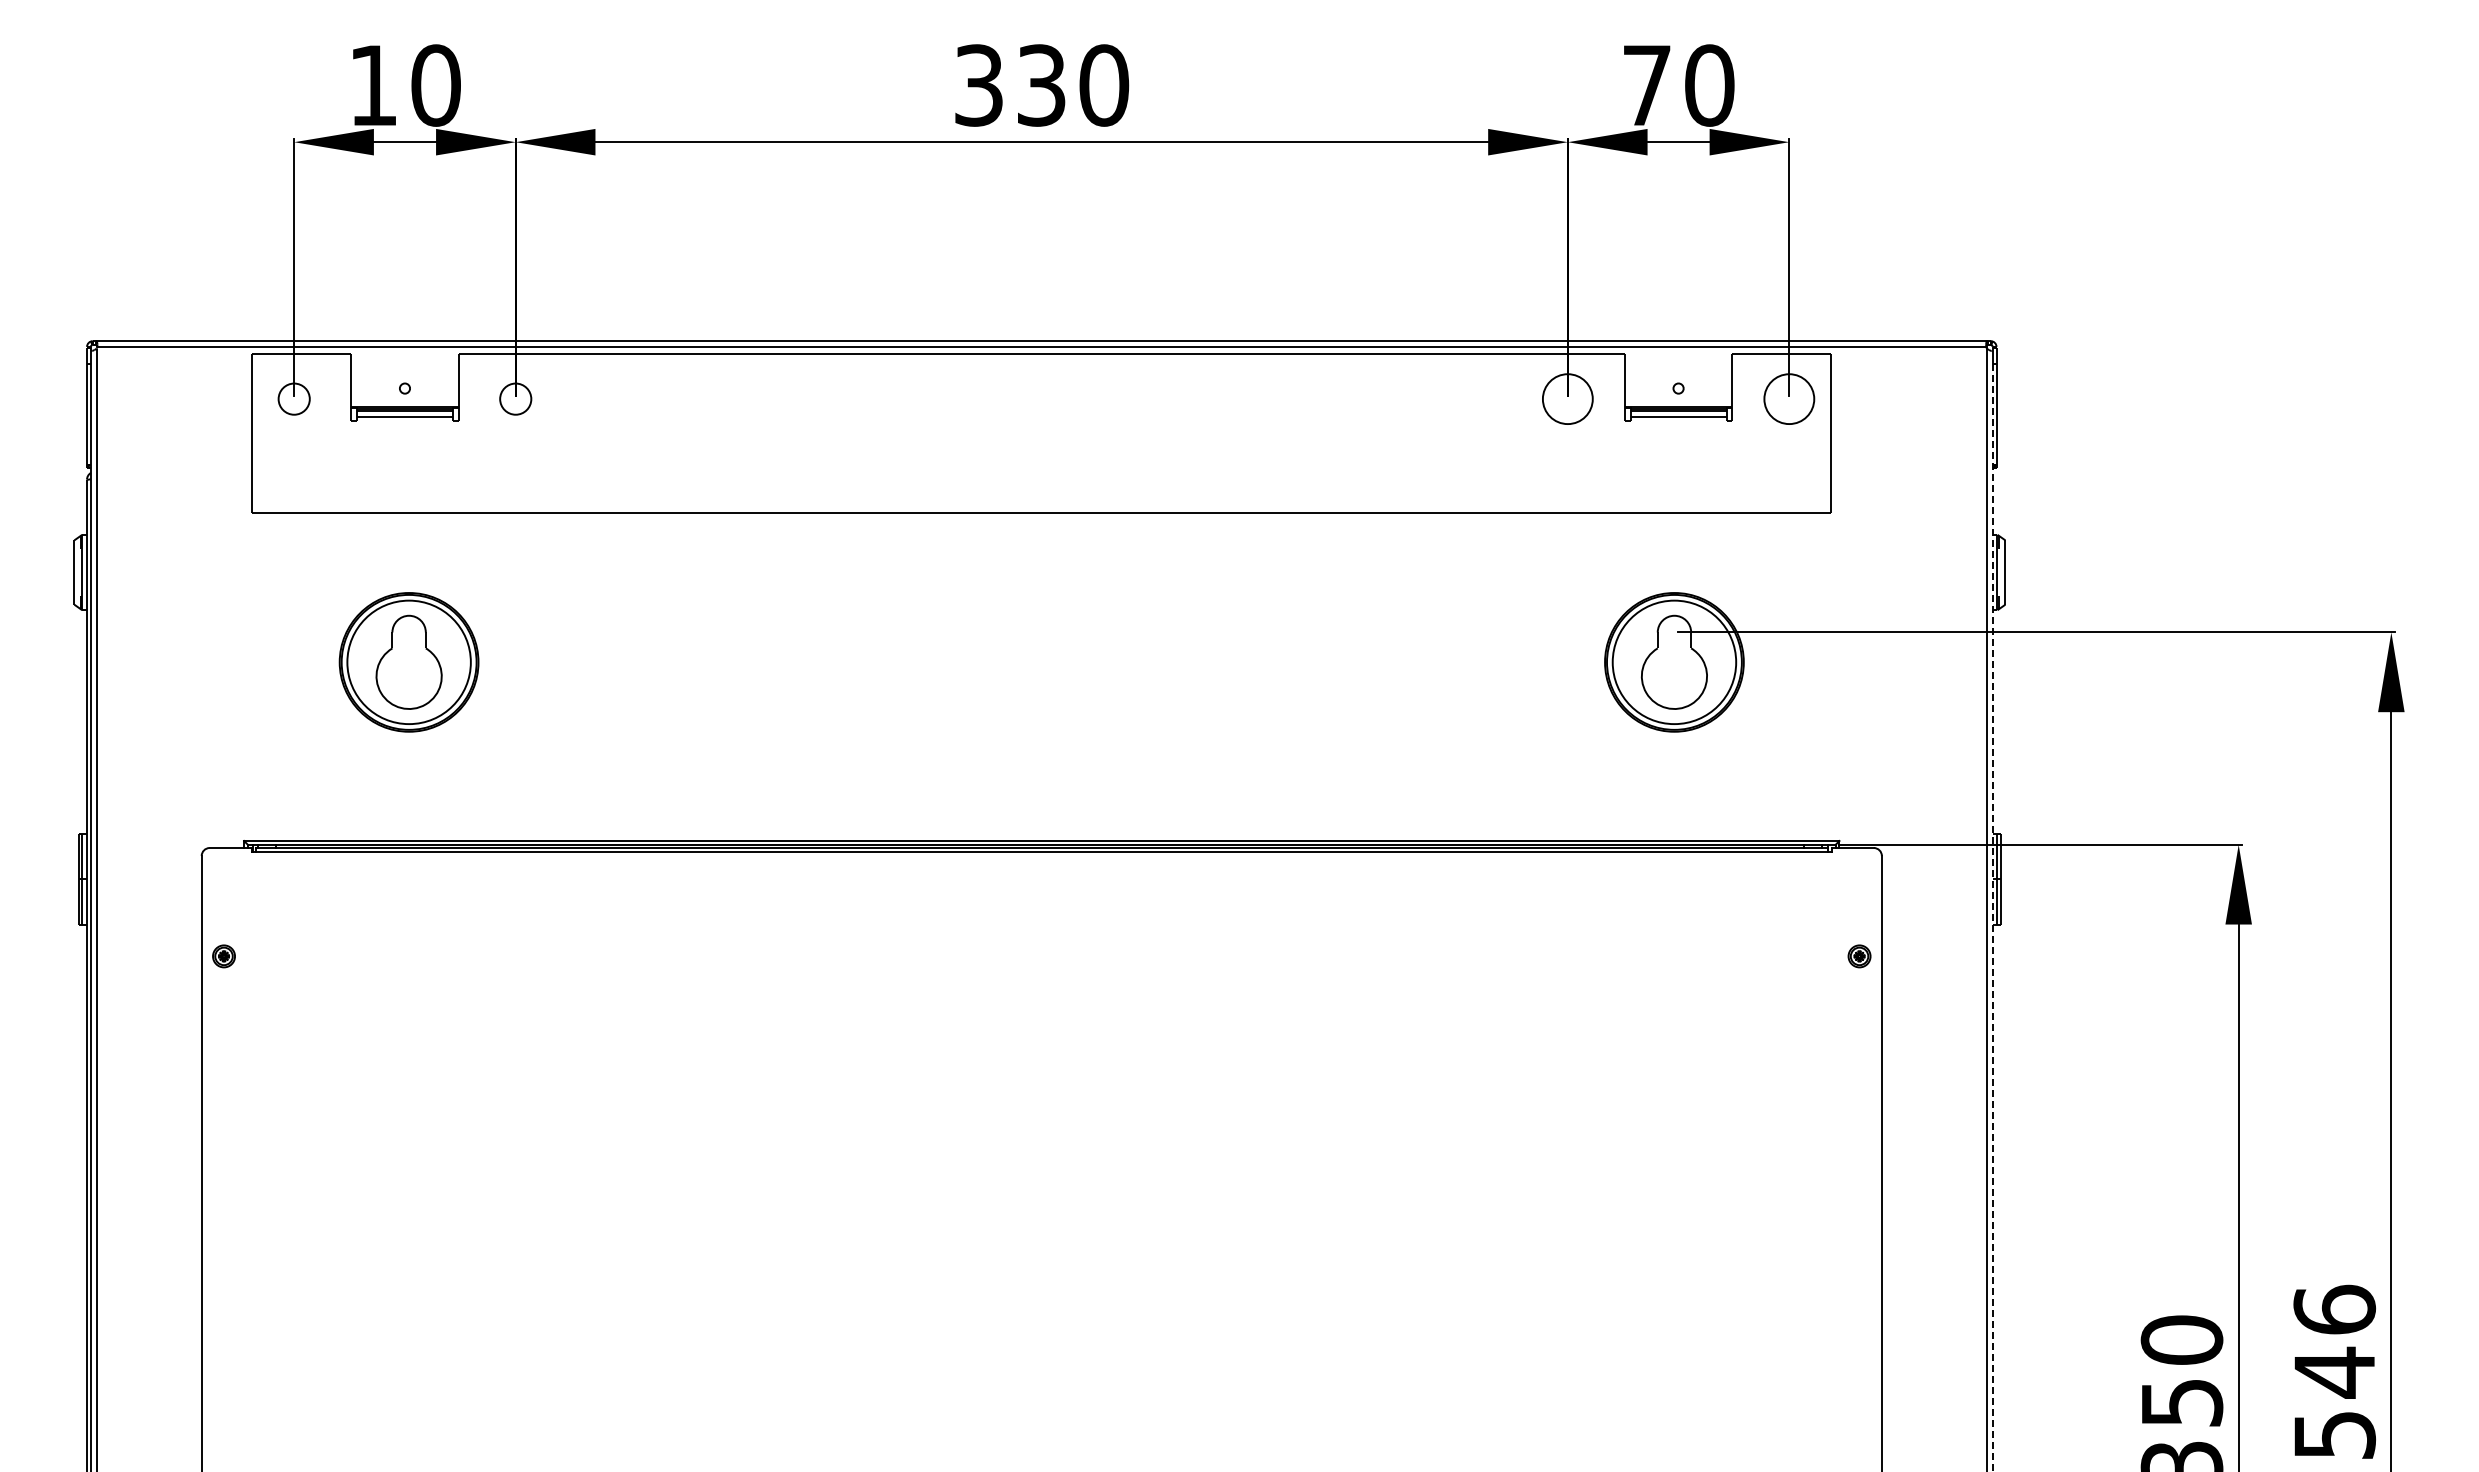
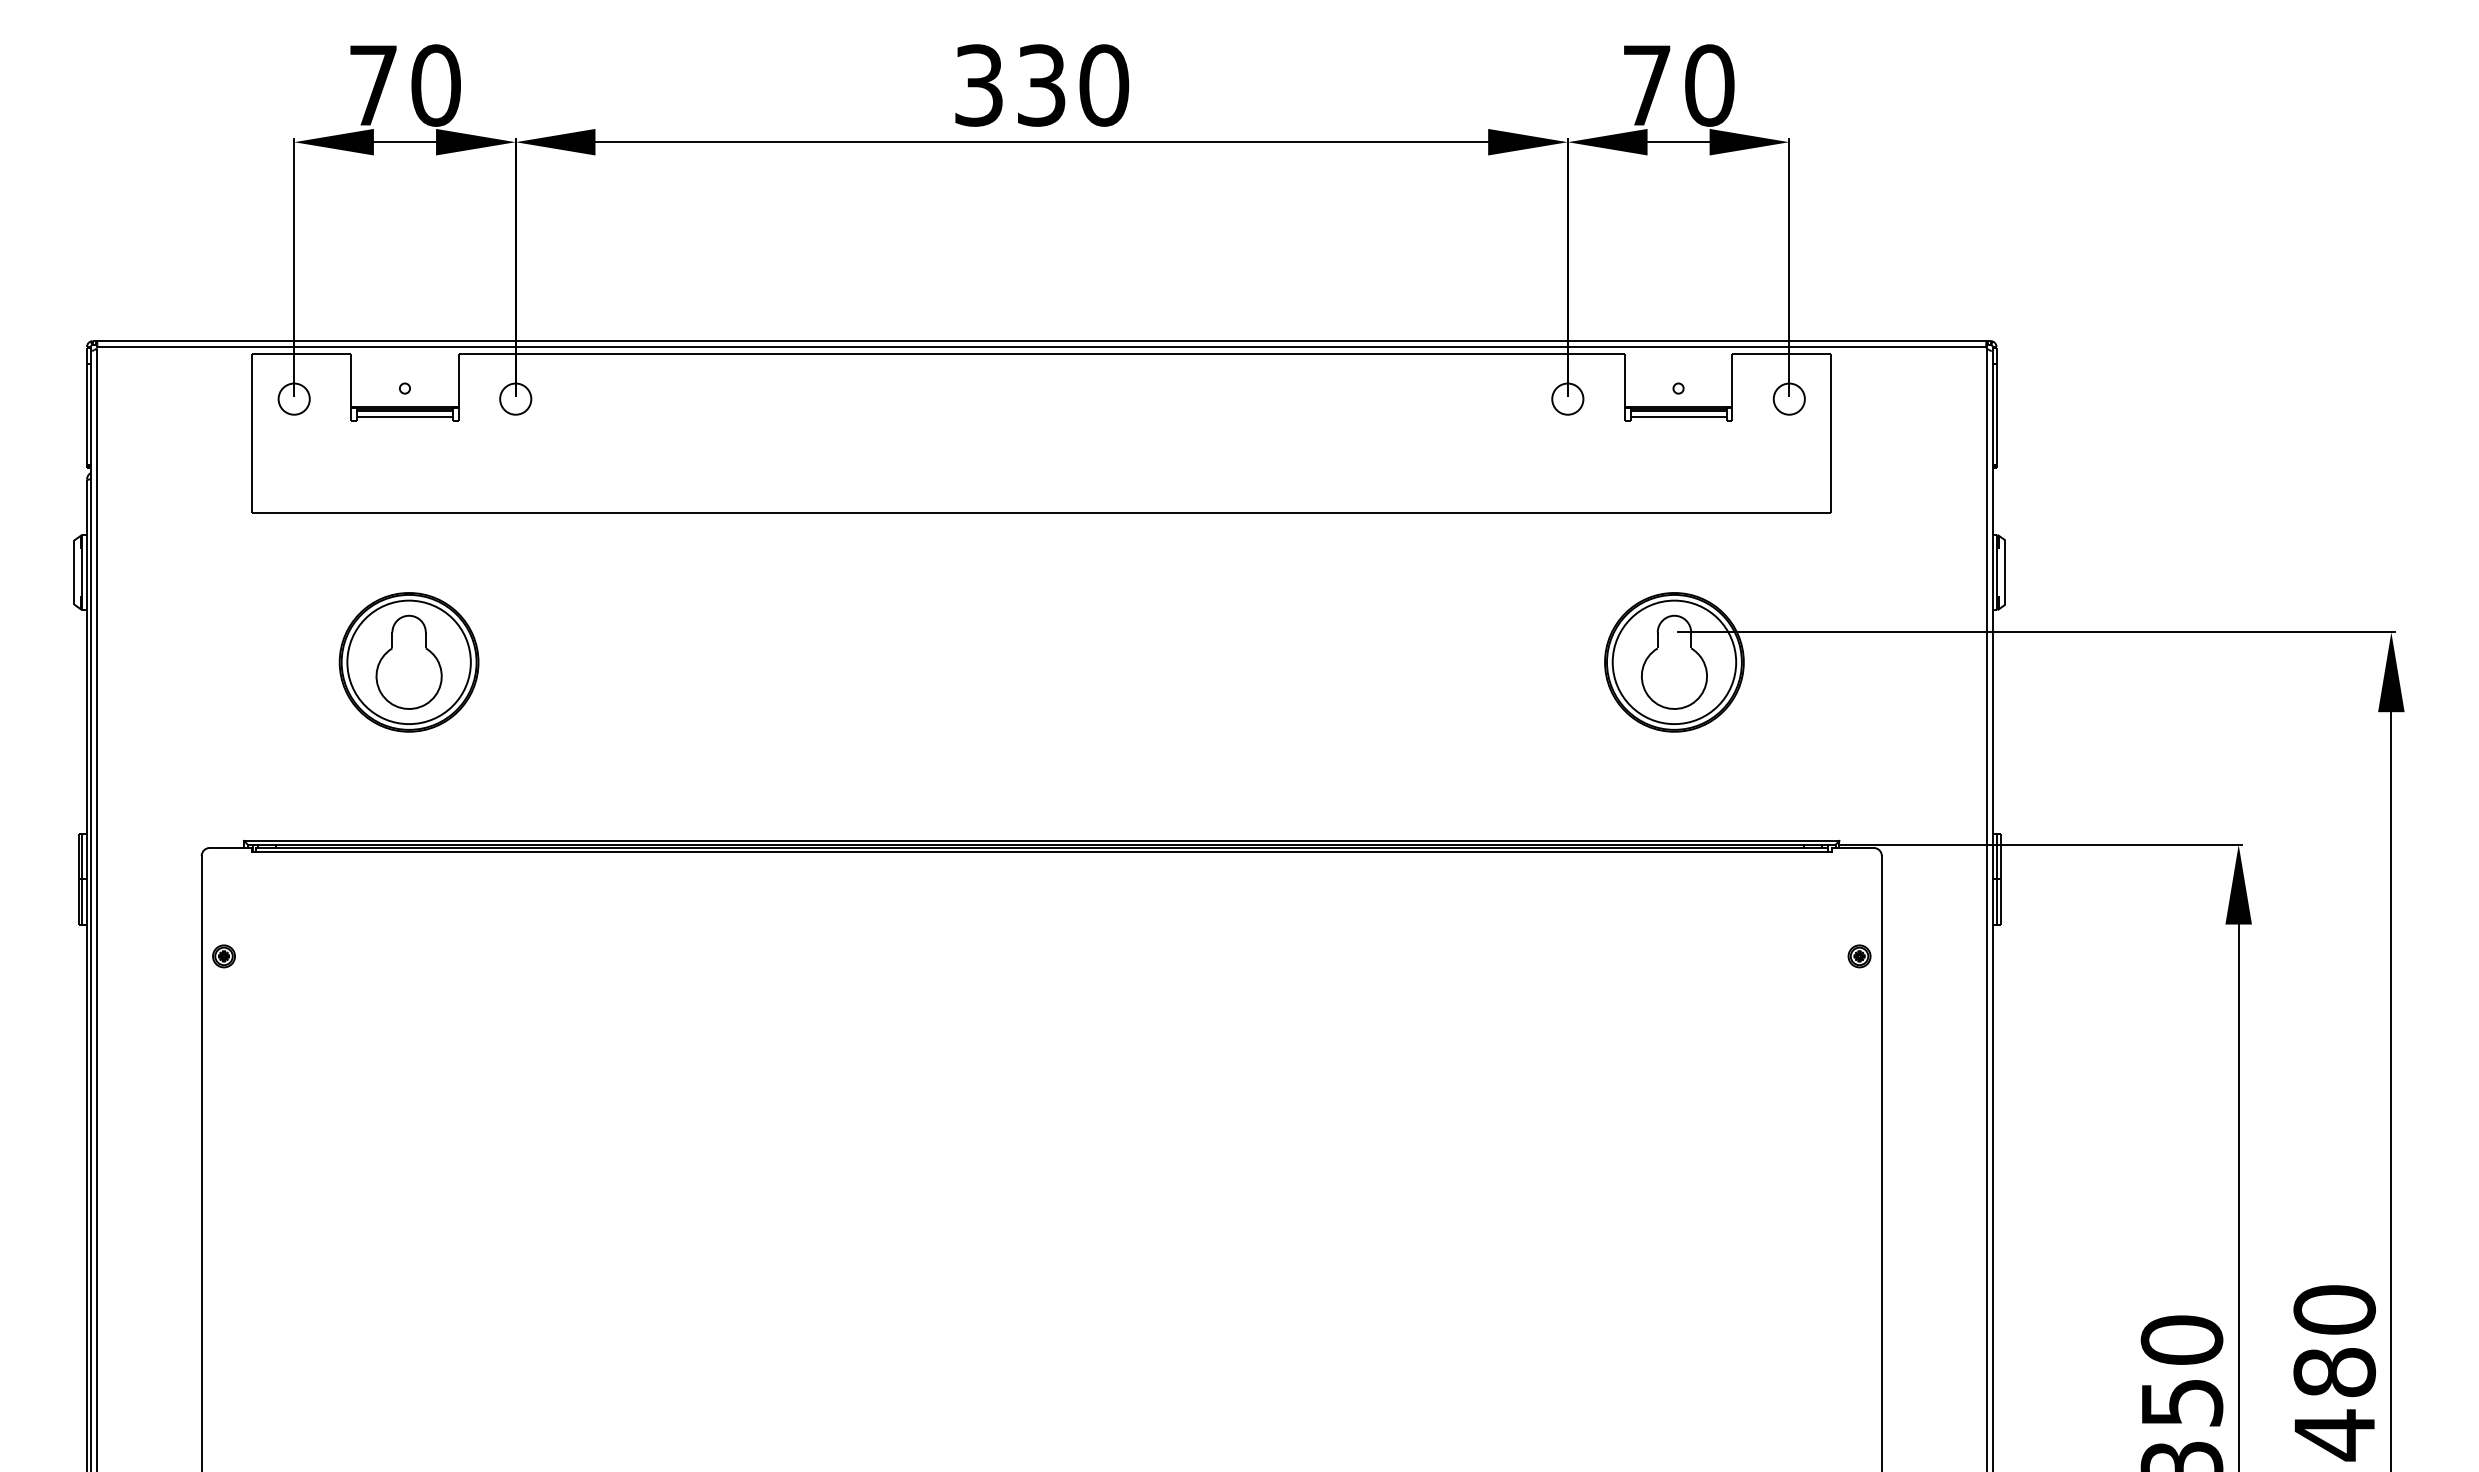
text at (373, 85): 10 -> 70
circle at (1567, 399) diameter: 50 px -> 31 px
circle at (1789, 399) diameter: 50 px -> 31 px
line at (1992, 918): dashed -> solid
text at (2334, 1372): 546 -> 480
